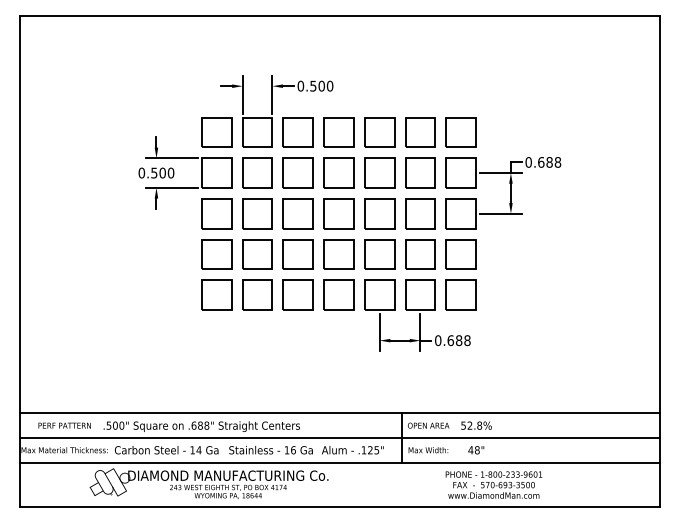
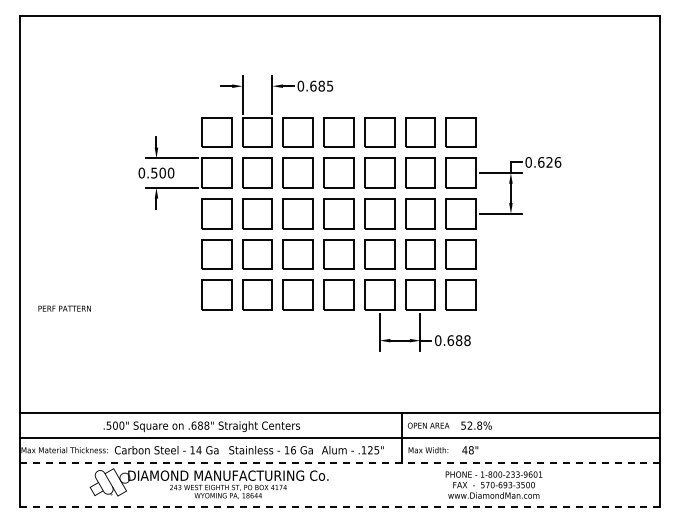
text at (321, 85): 0.500 -> 0.685
text at (553, 162): 0.688 -> 0.626
text at (64, 425) position: (64, 425) -> (64, 308)
text at (476, 450) position: (476, 450) -> (470, 450)
line at (340, 462): solid -> dashed
line at (340, 507): solid -> dashed
